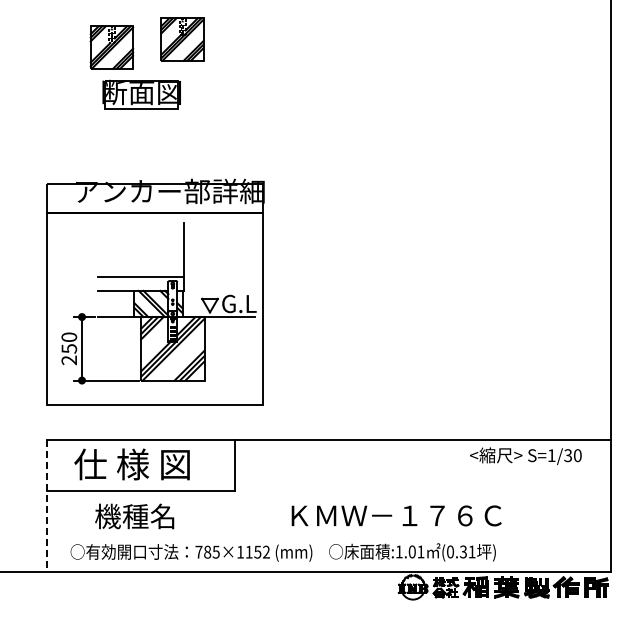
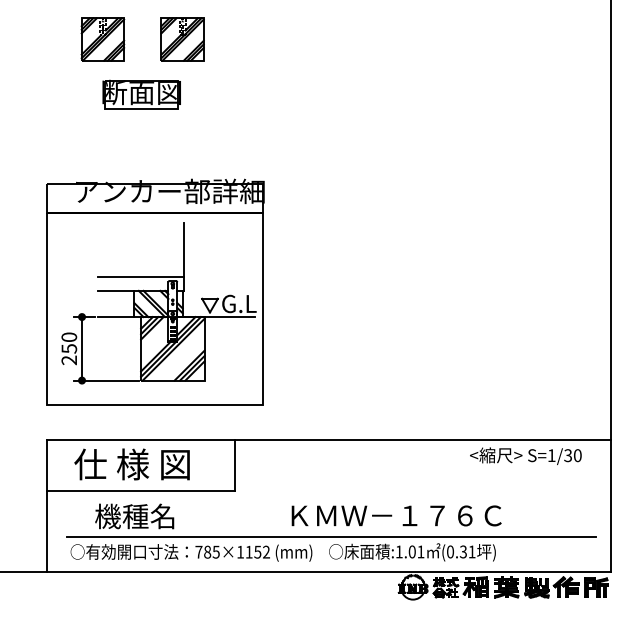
part at (111, 47) position: (111, 47) -> (102, 39)
line at (46, 506): dashed -> solid
line at (331, 536): none -> present
